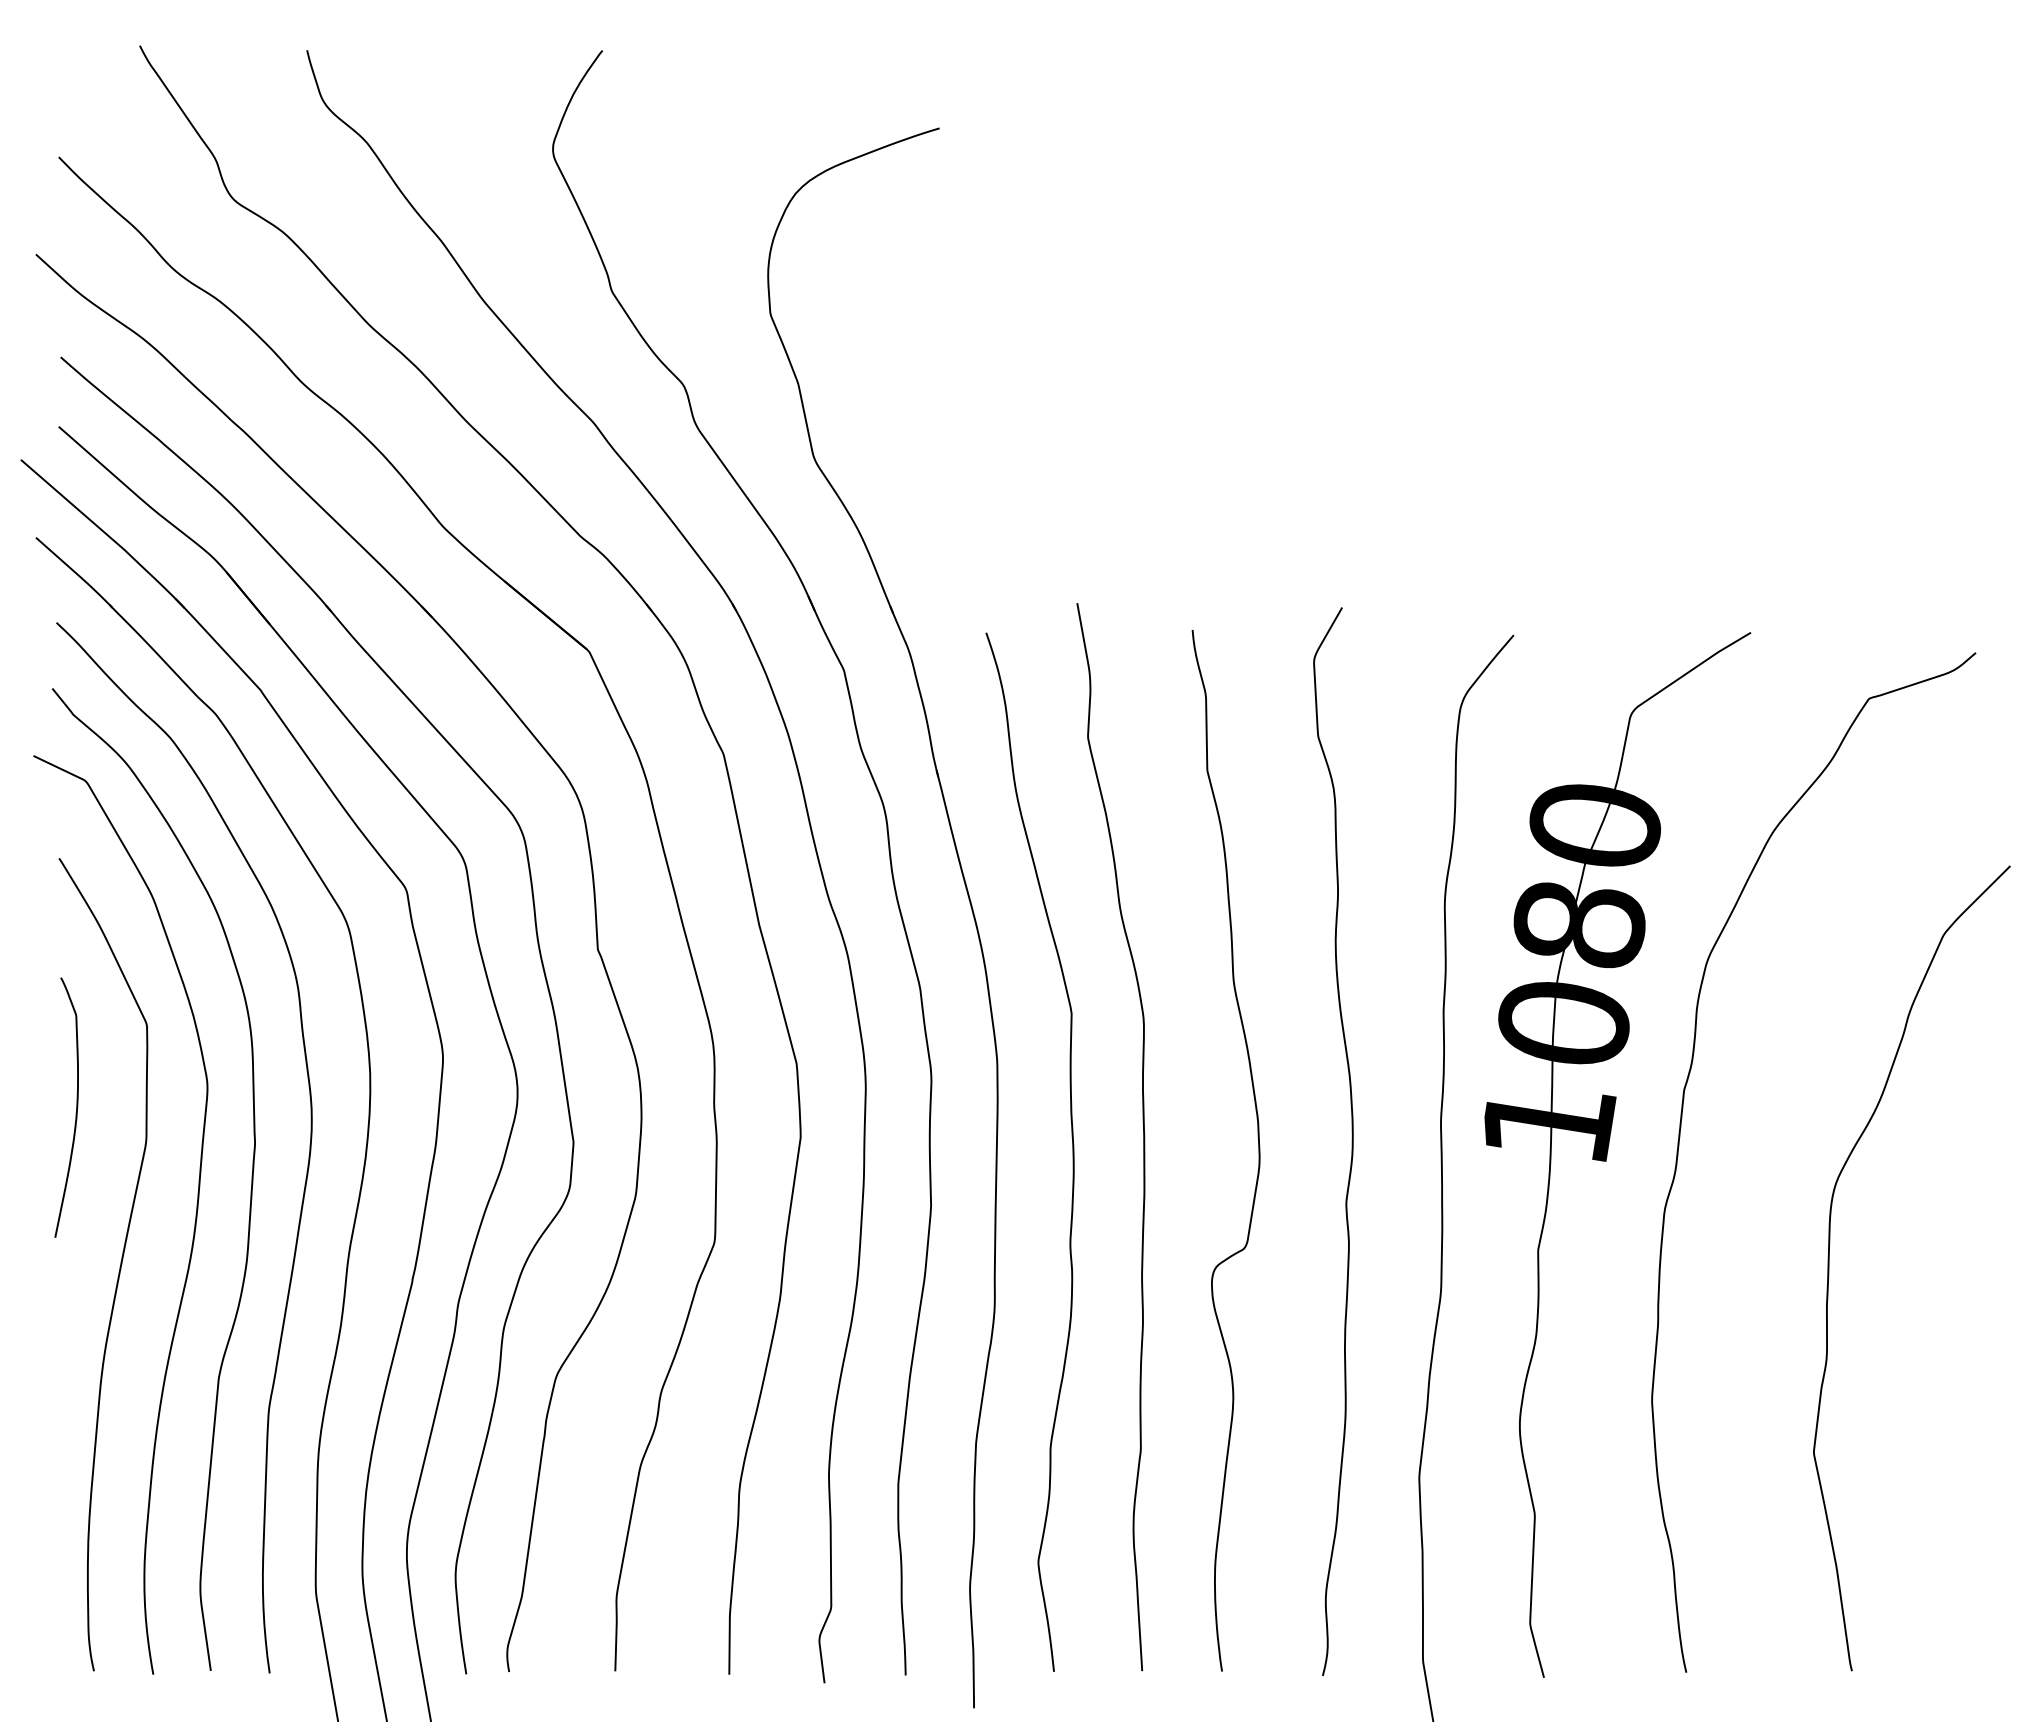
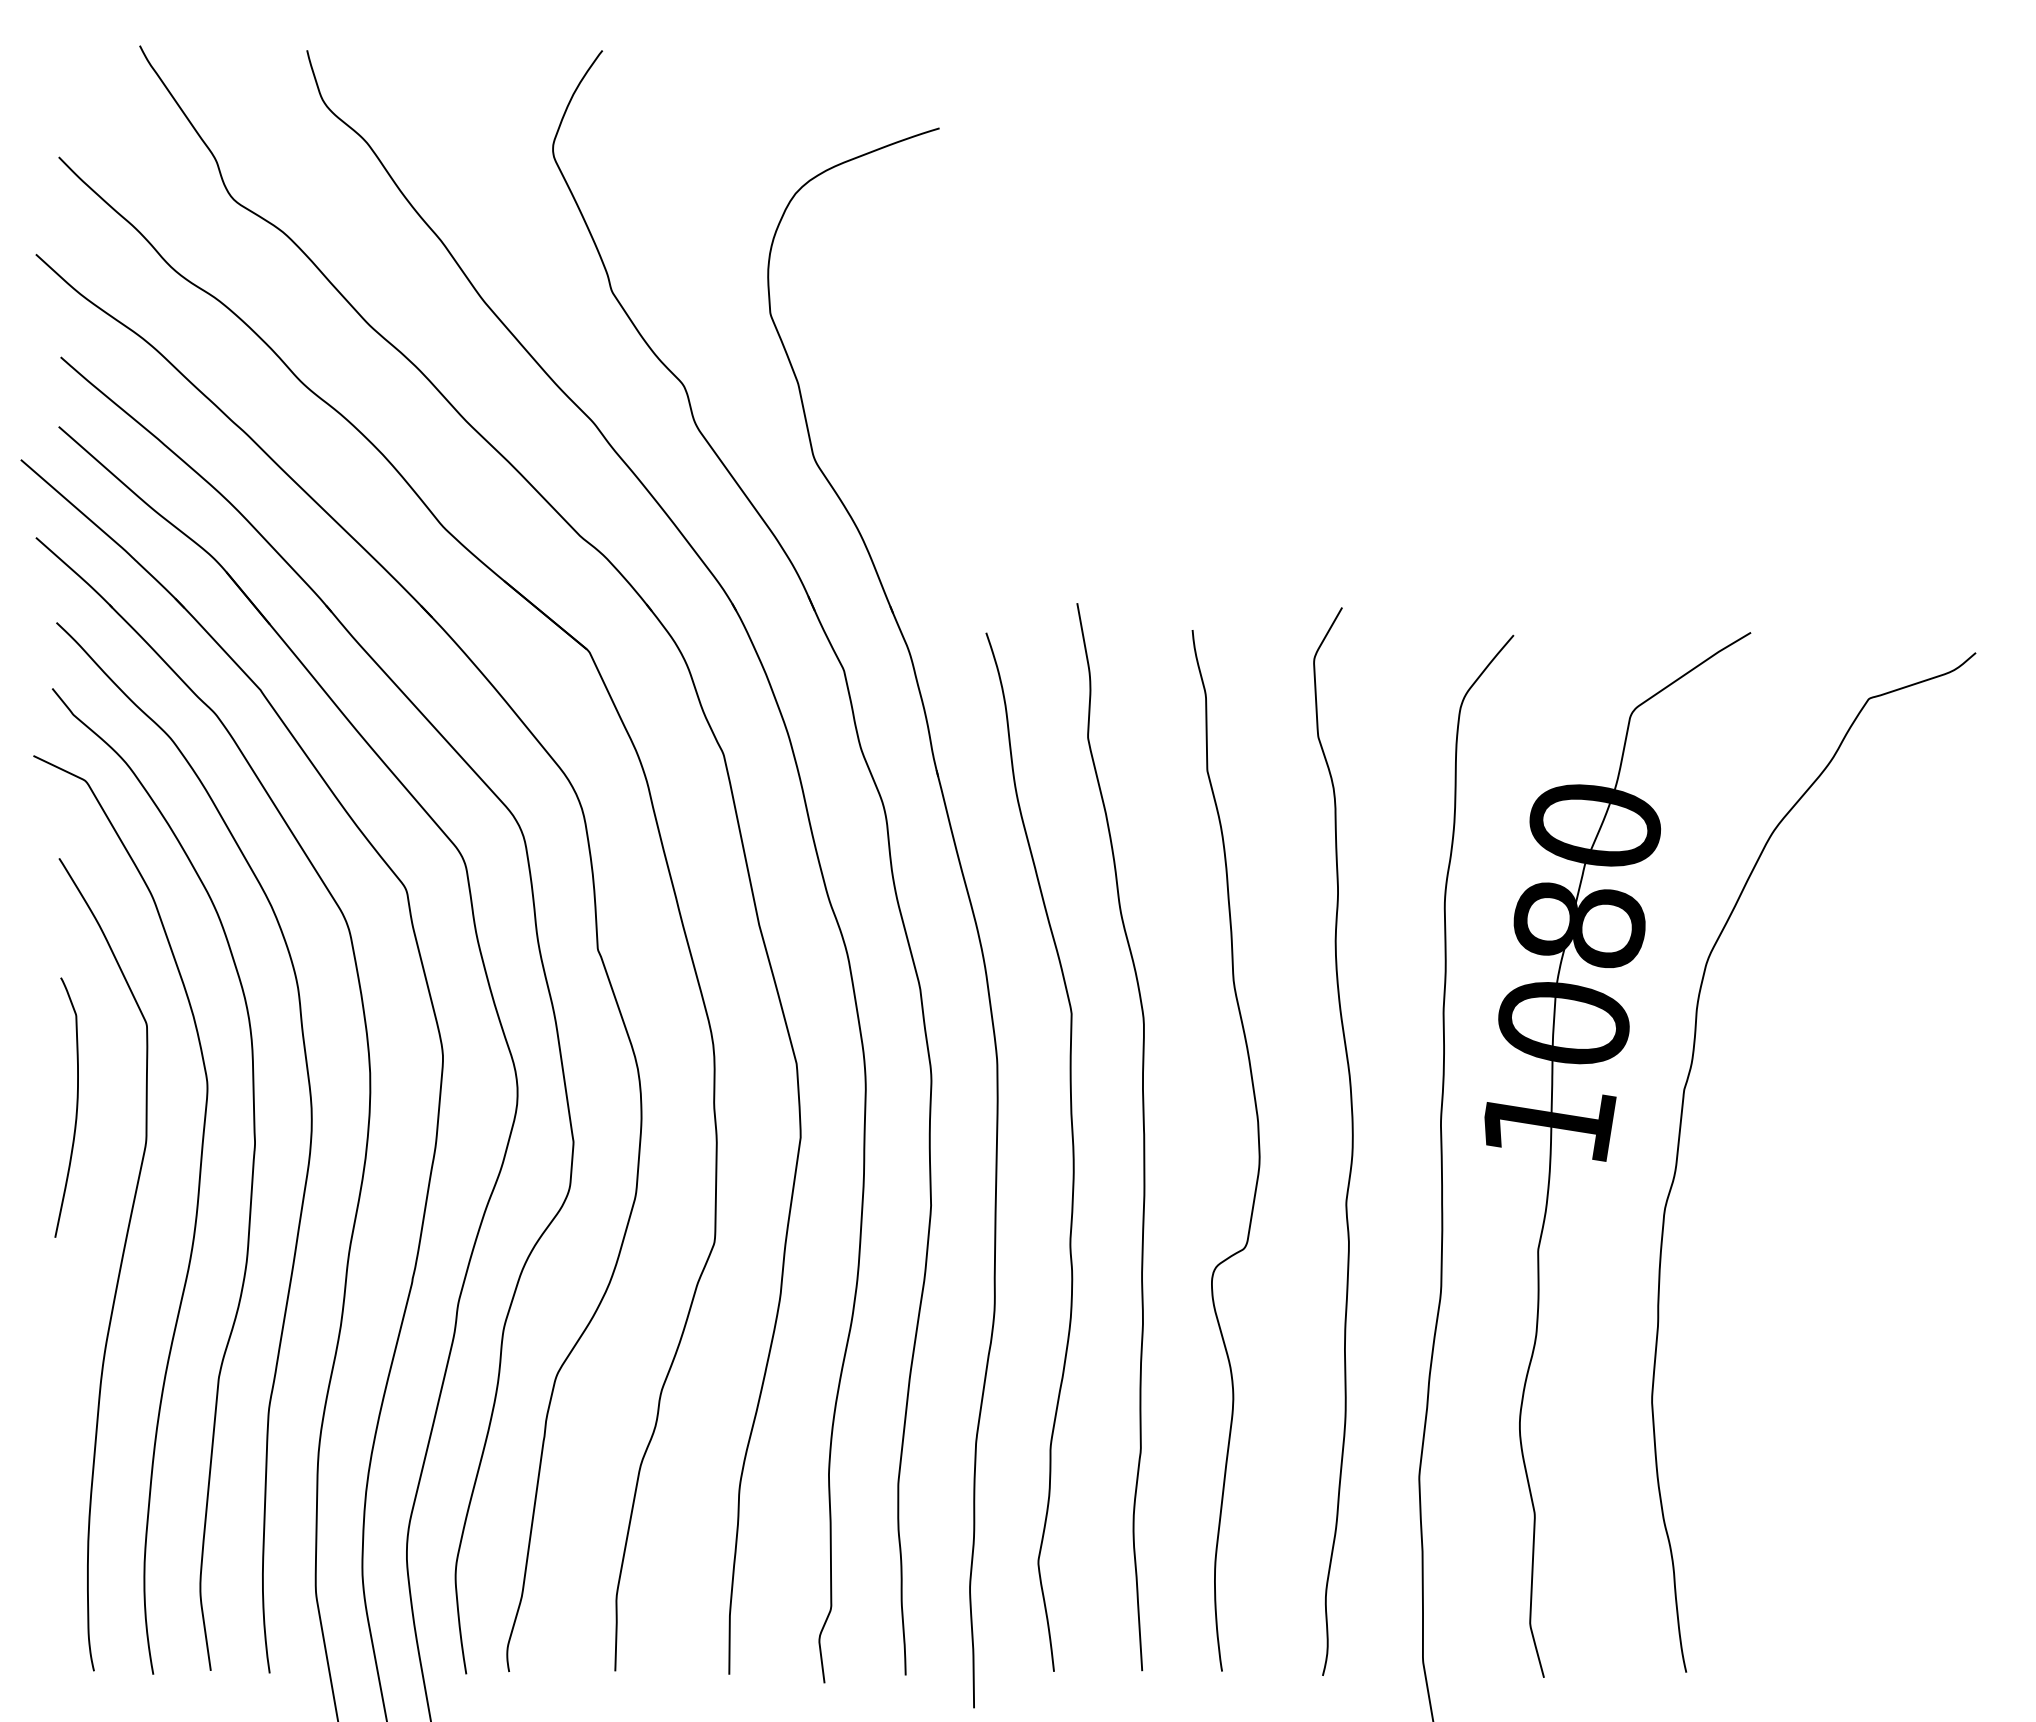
curve at (1829, 1268): present -> none
